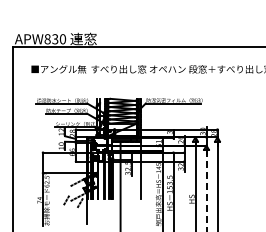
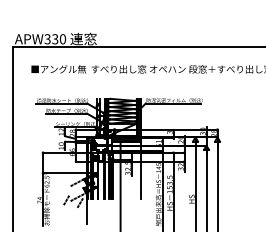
text at (47, 39): APW830 -> APW330
line at (206, 191): dashed -> solid
